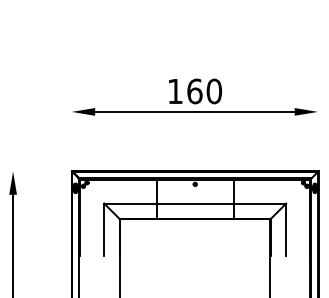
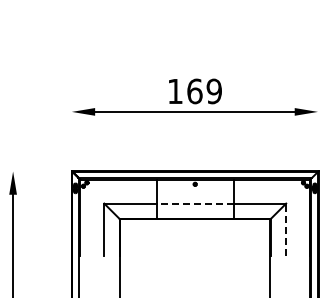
text at (214, 91): 160 -> 169
line at (194, 203): solid -> dashed
line at (286, 229): solid -> dashed
